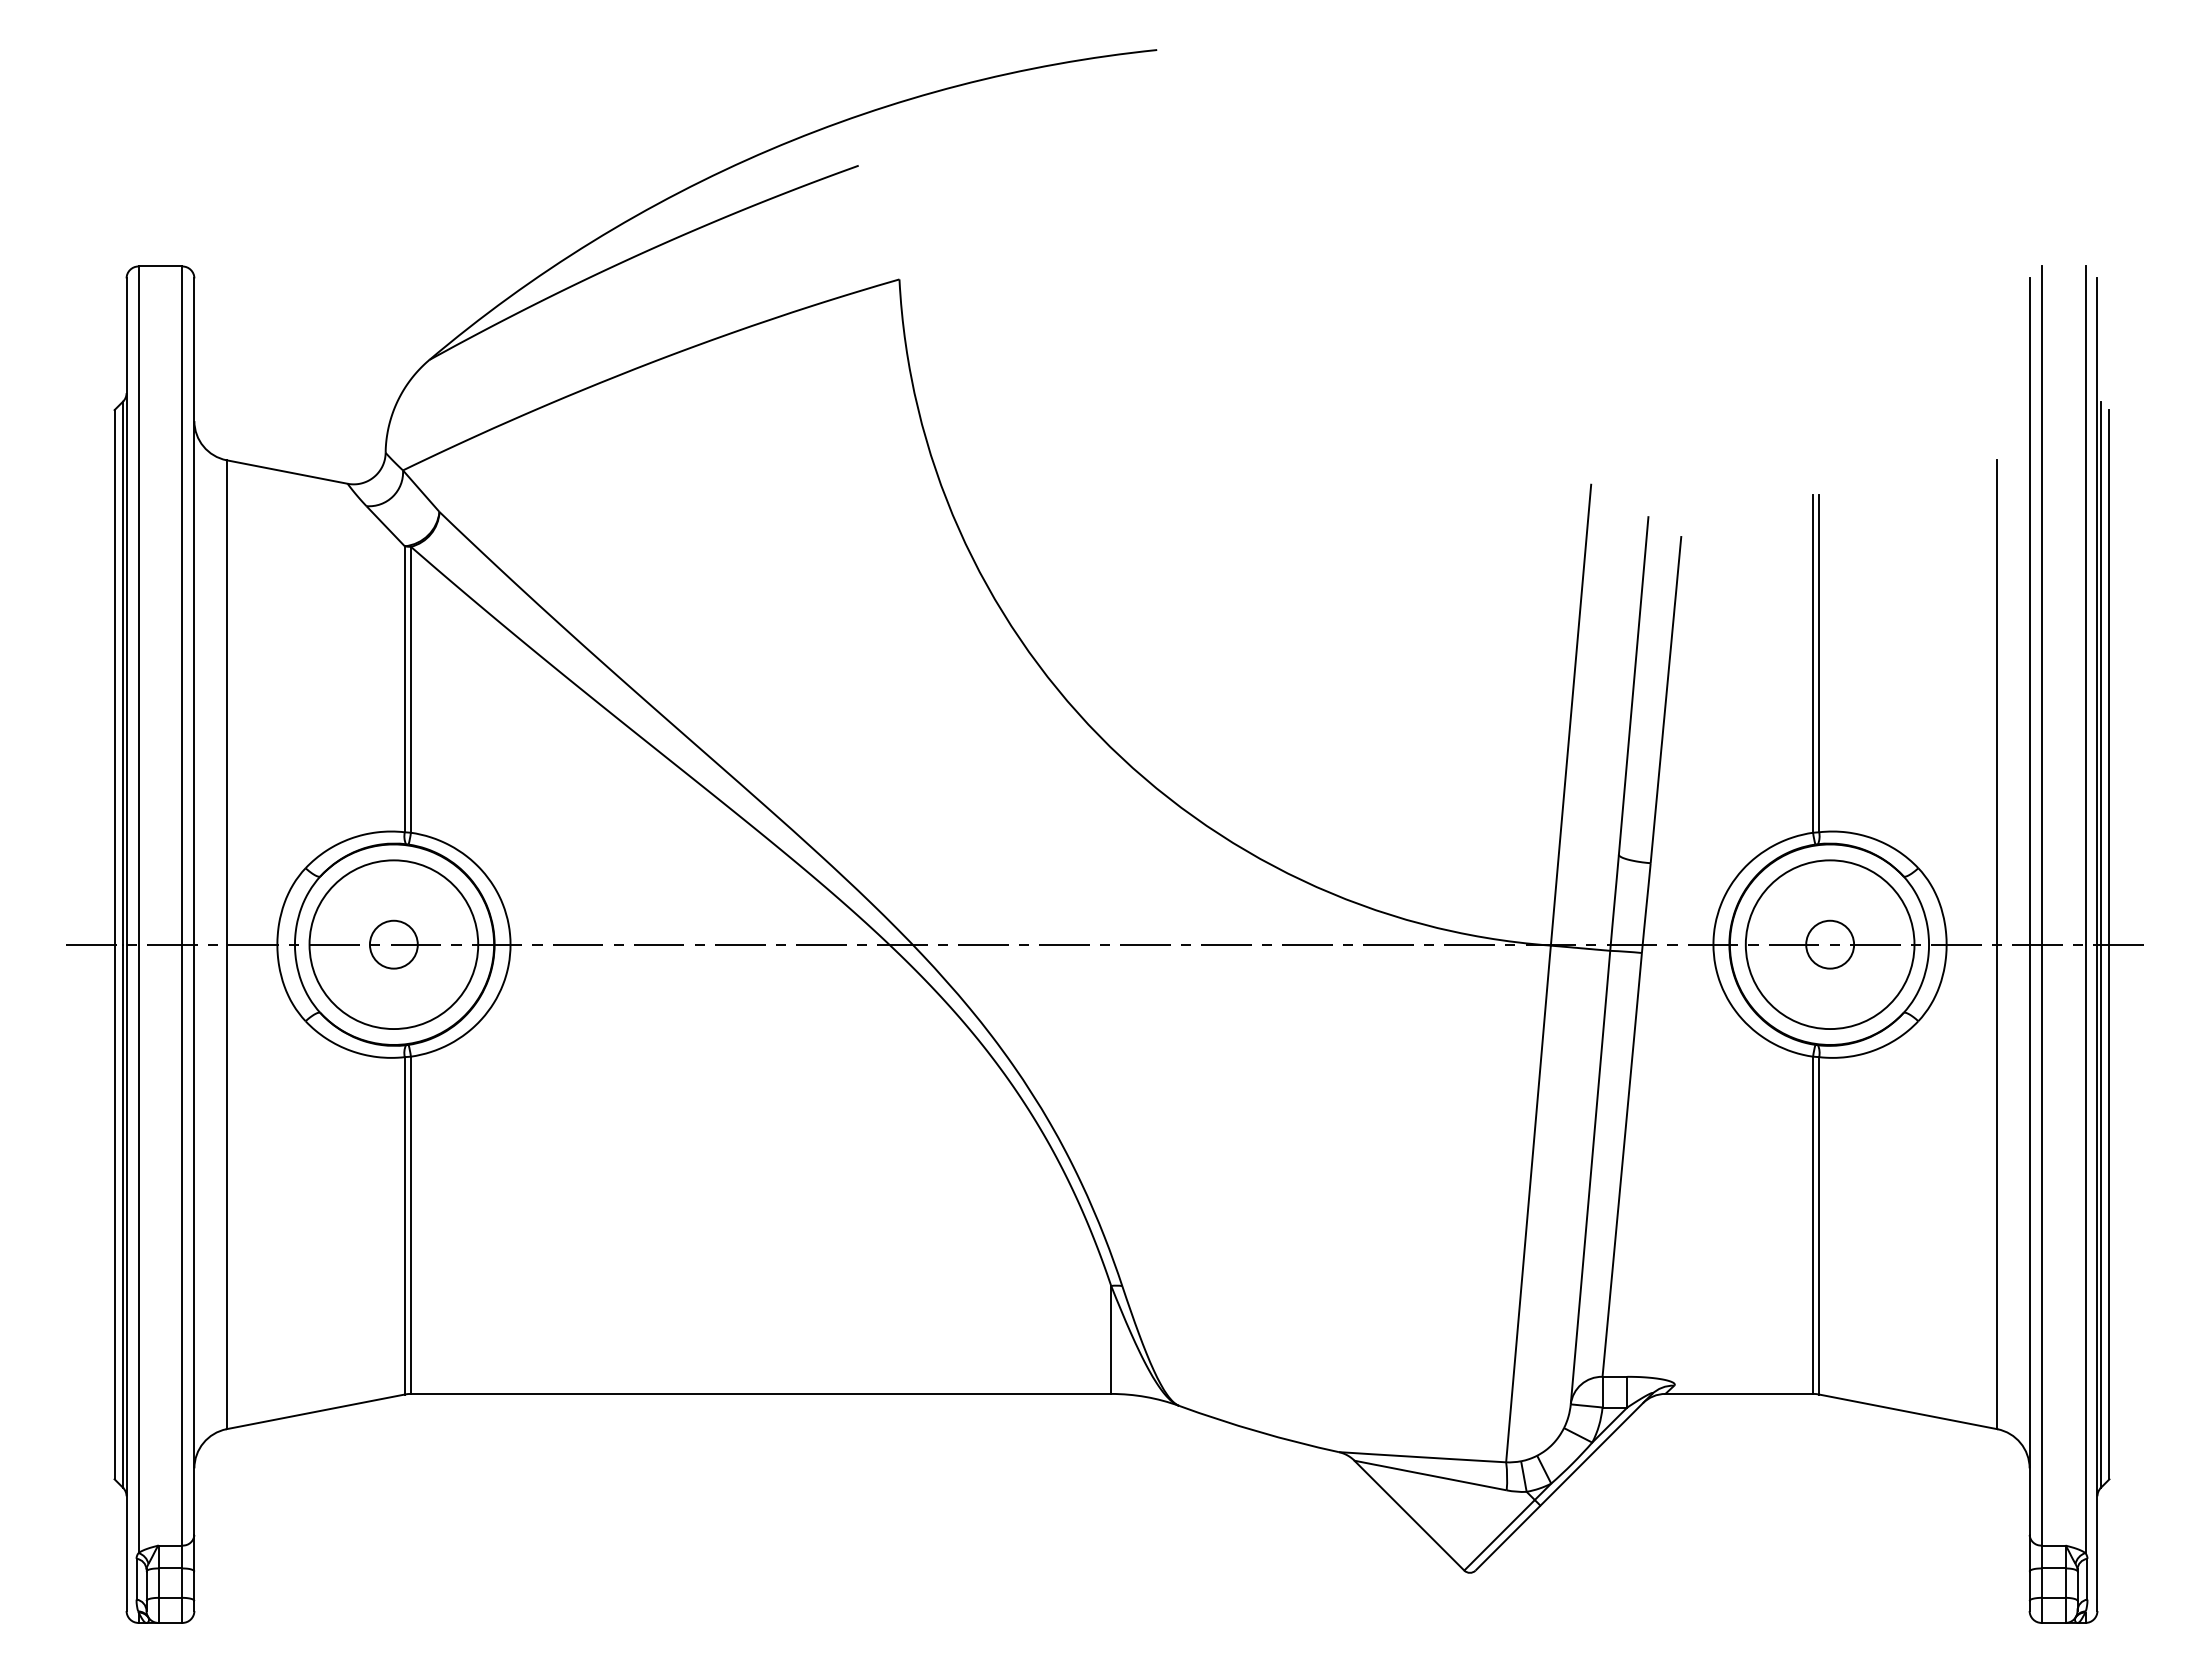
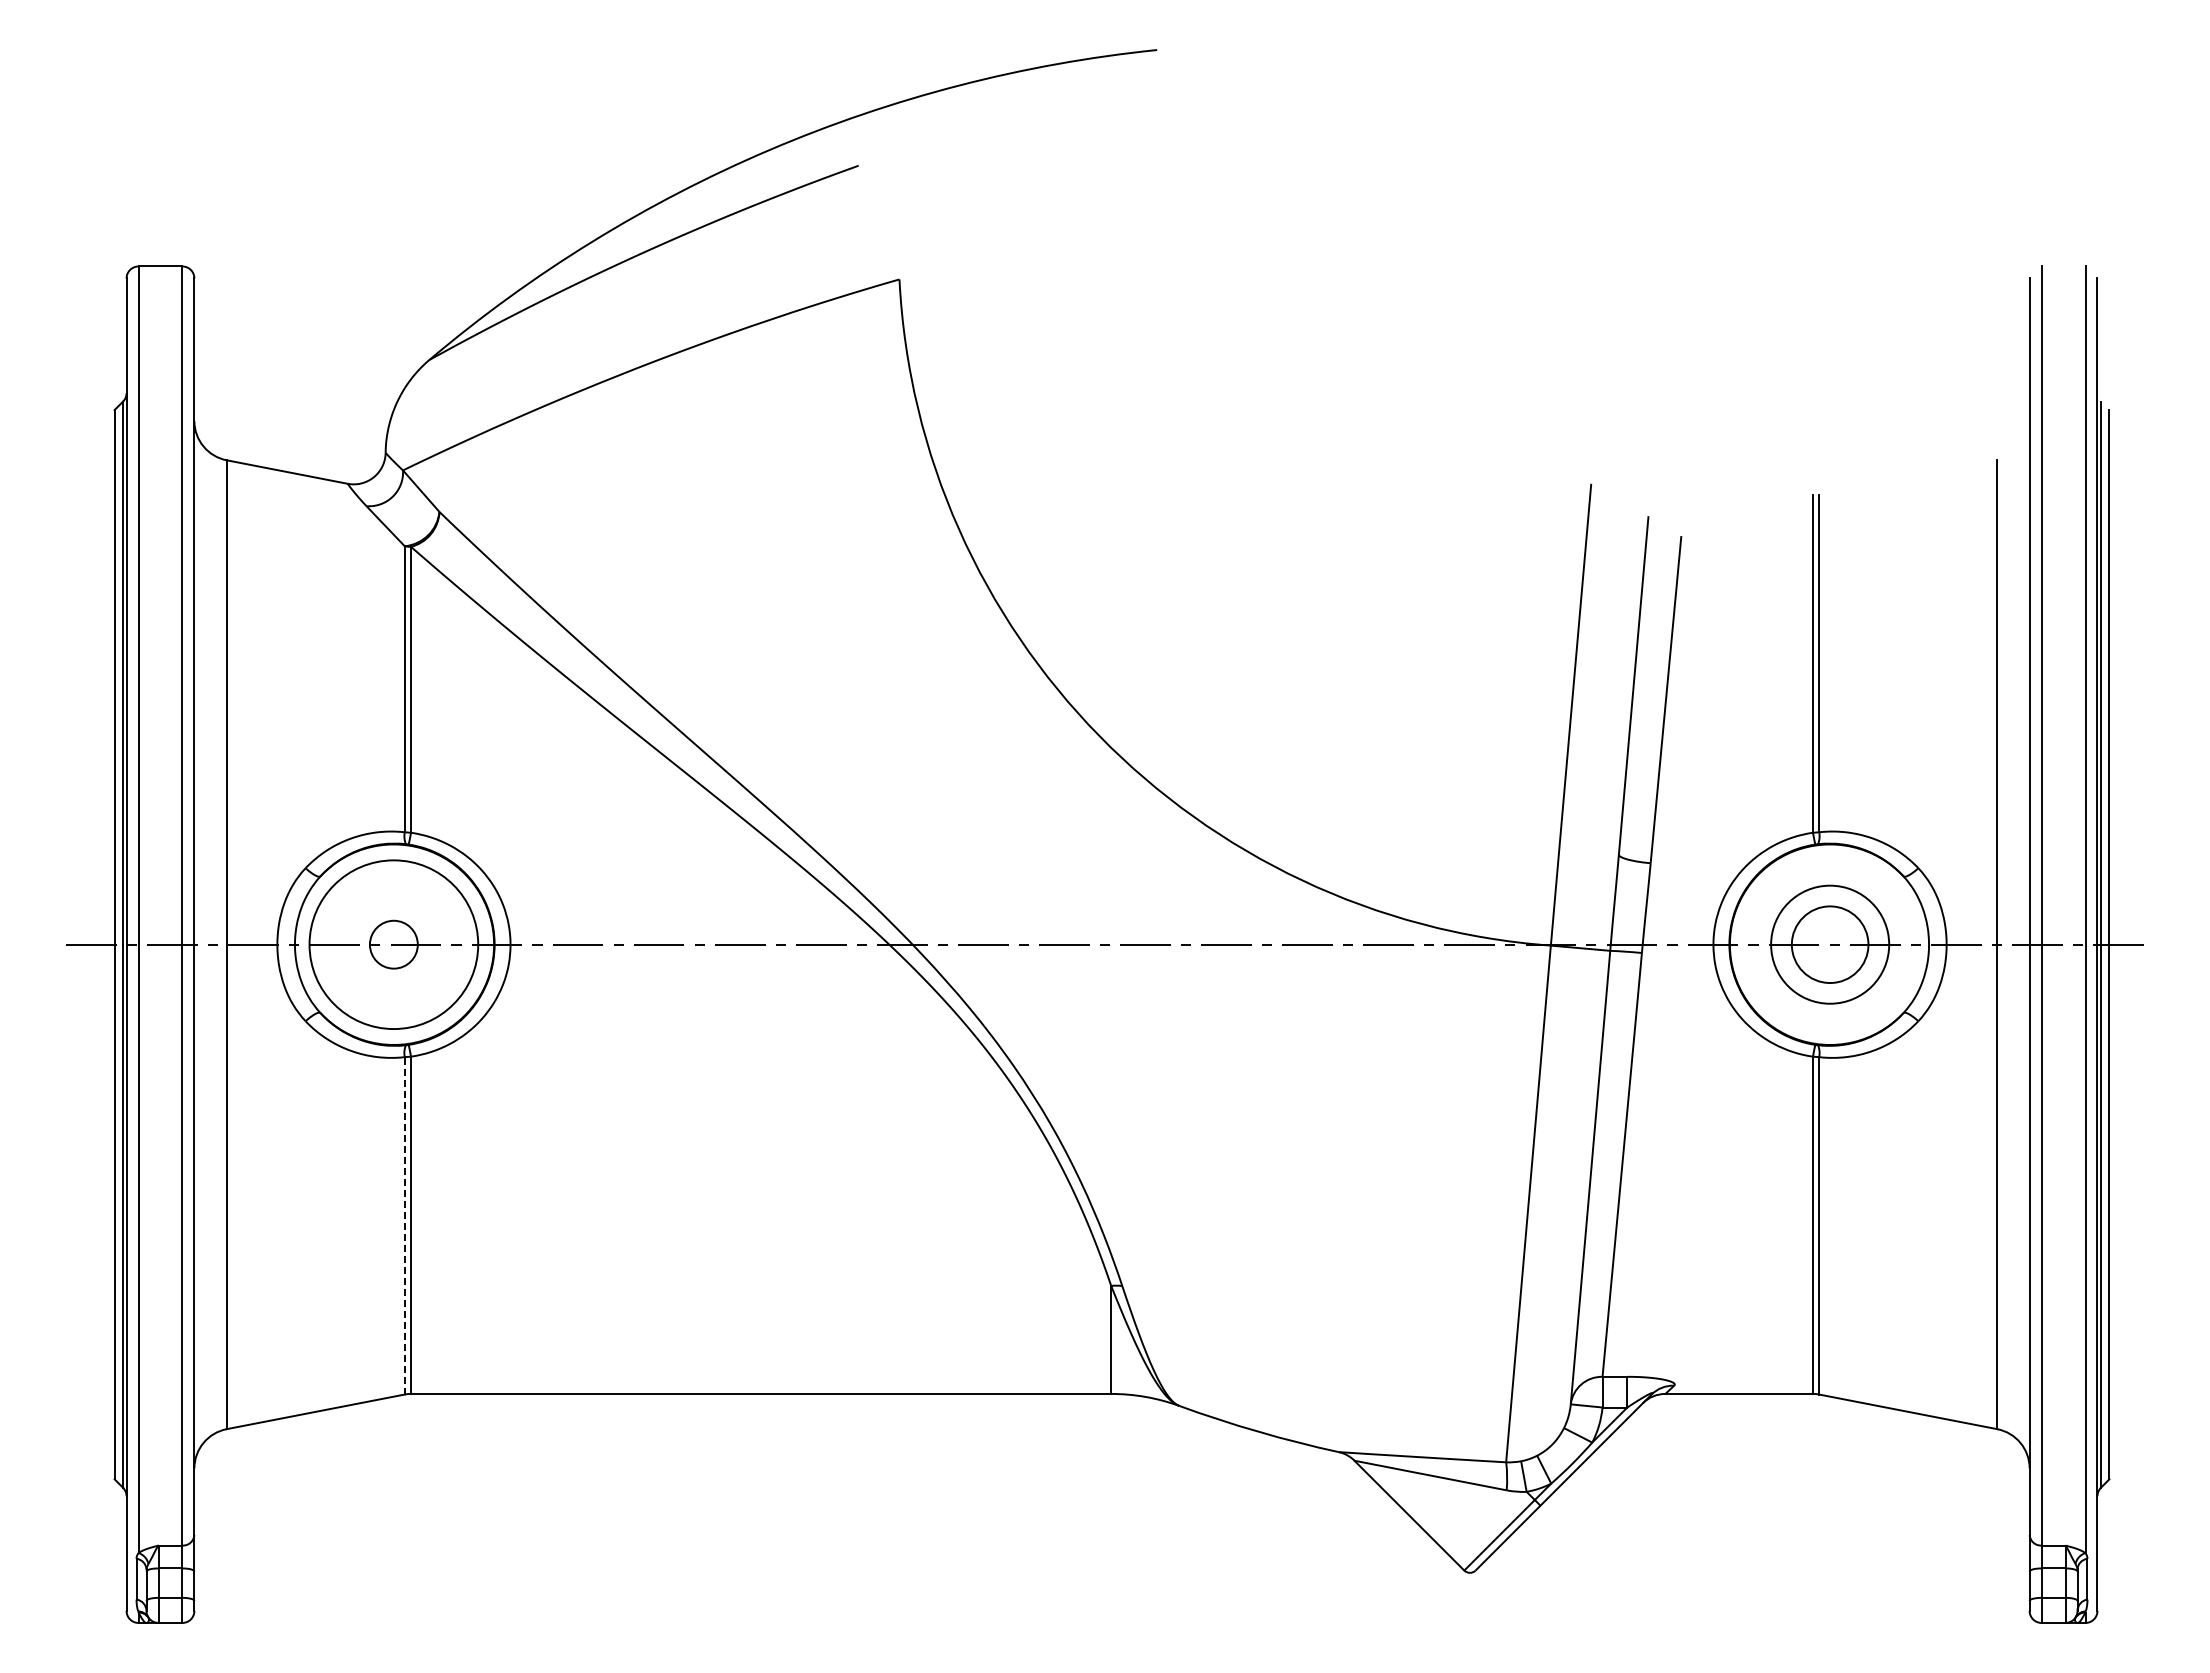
circle at (1829, 944) diameter: 169 px -> 118 px
circle at (1830, 944) diameter: 48 px -> 77 px
line at (404, 1225): solid -> dashed
